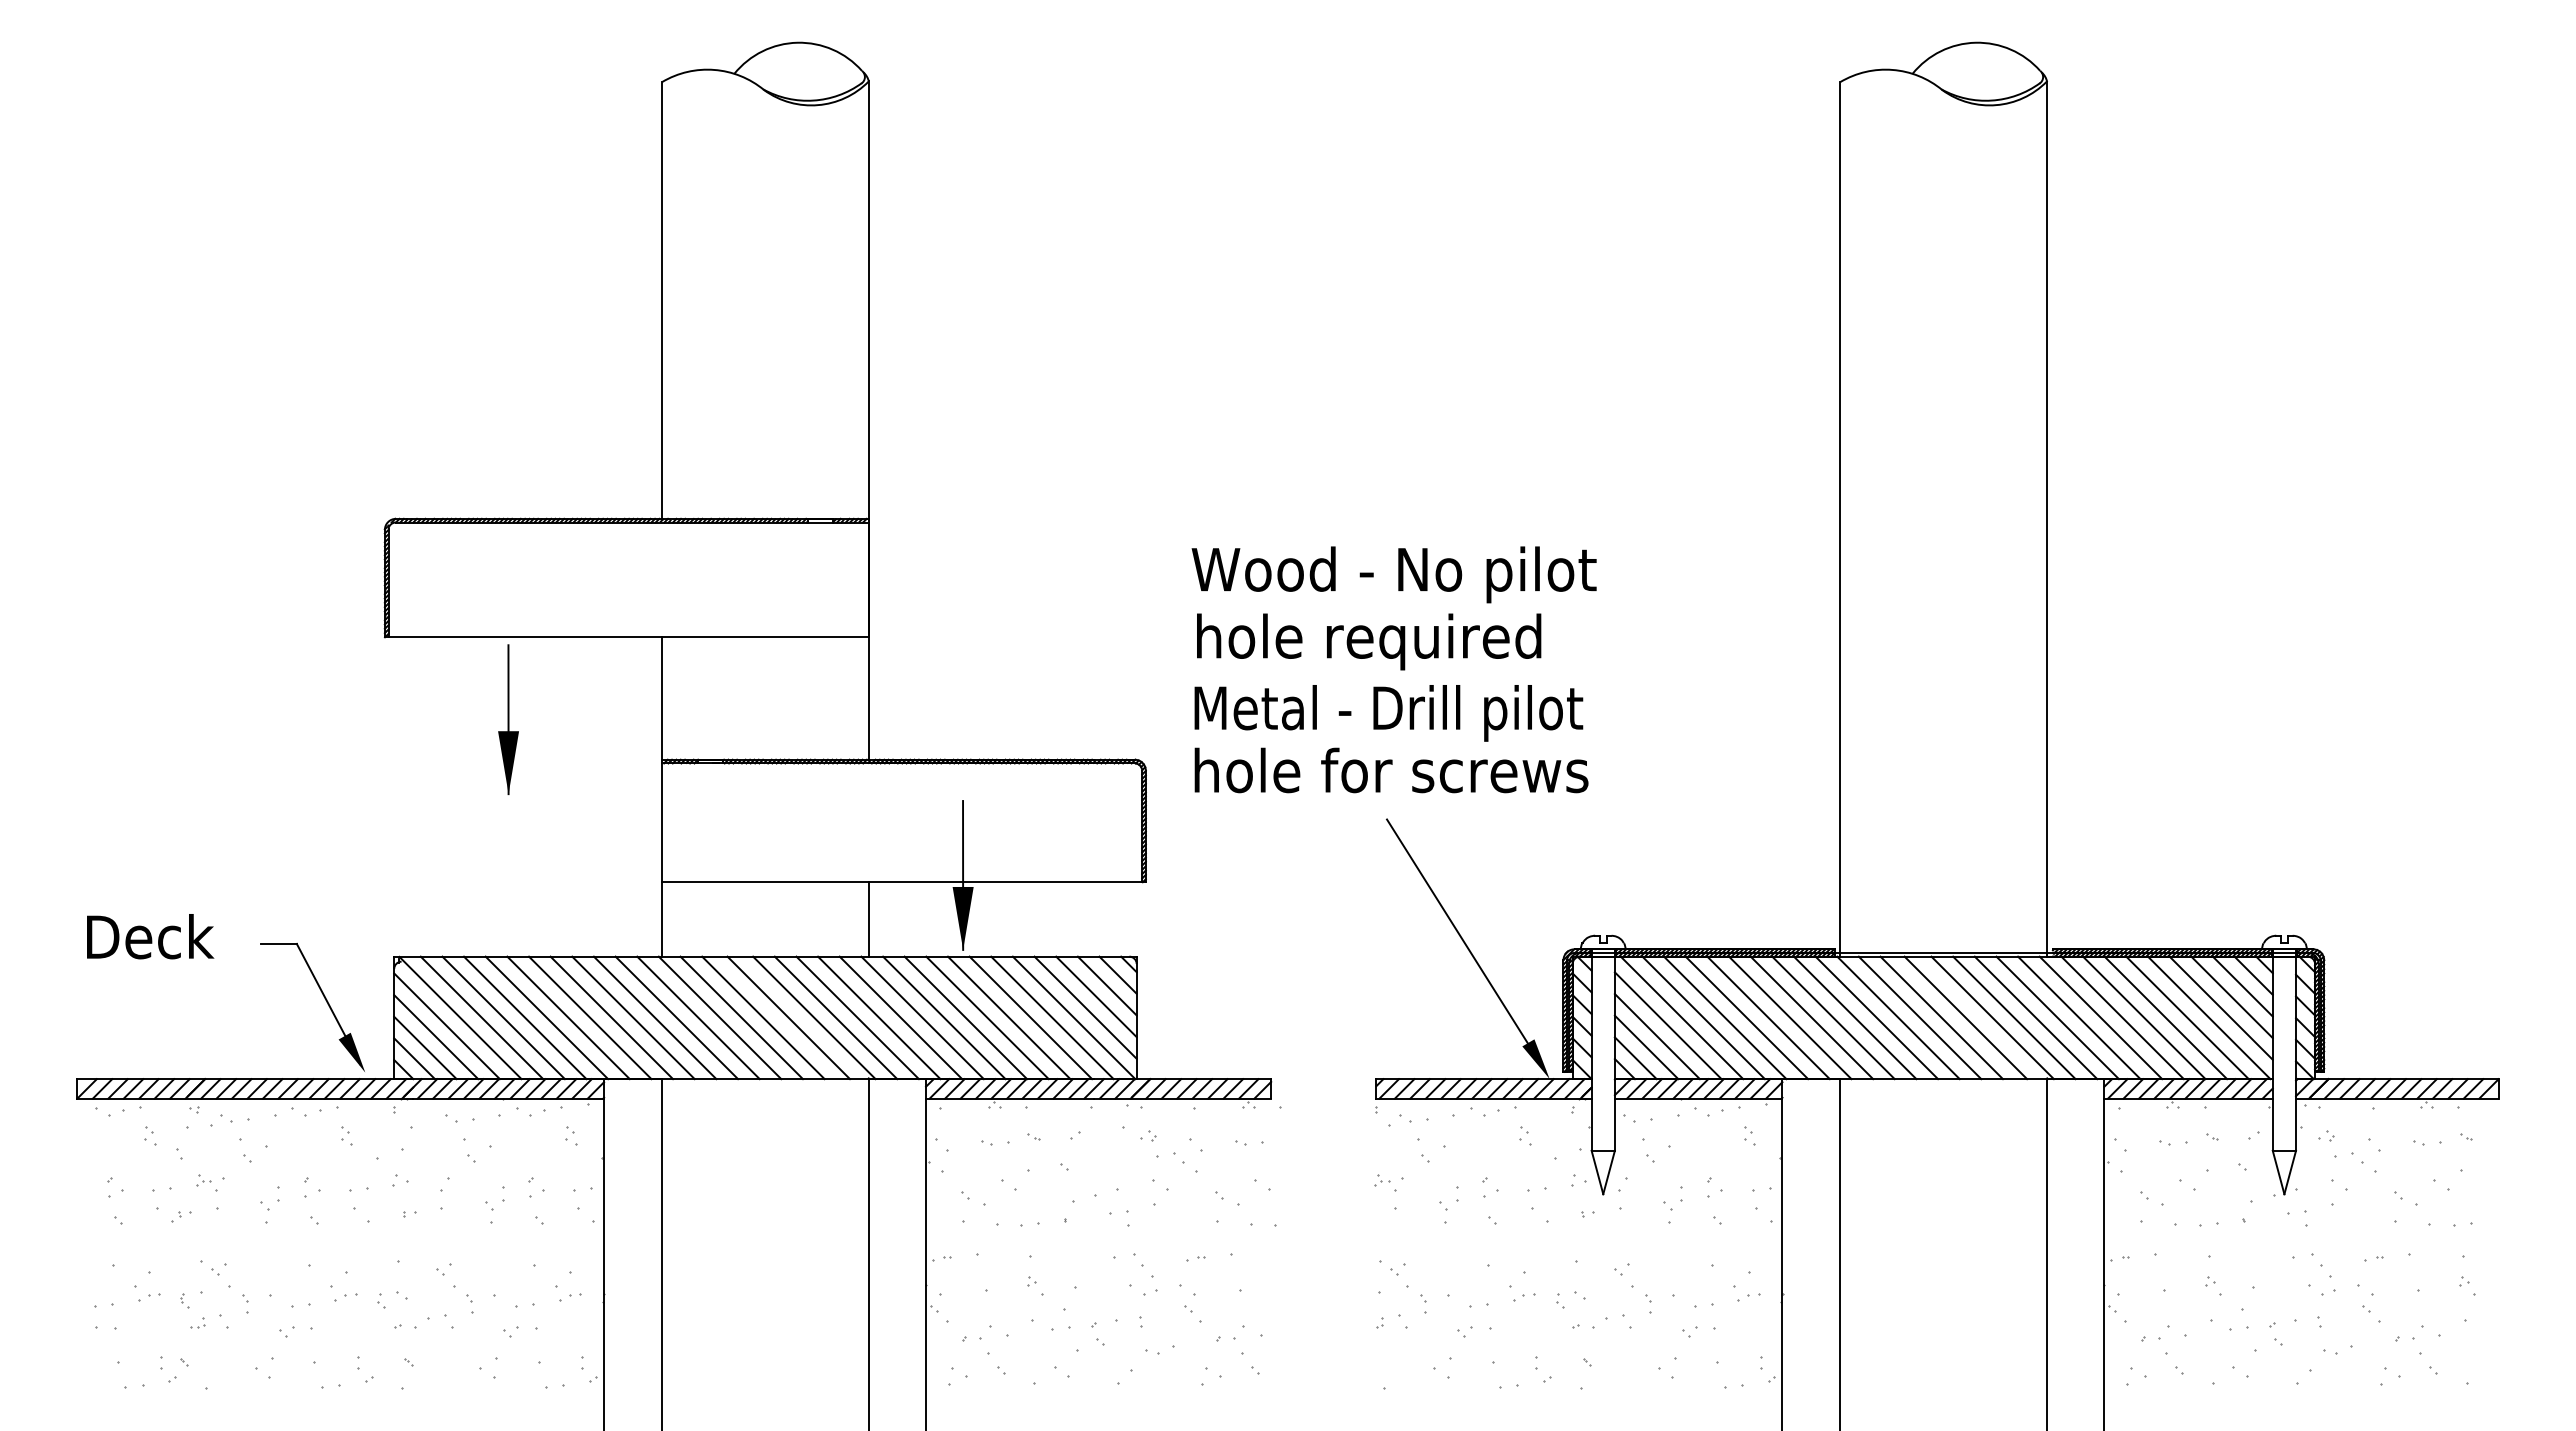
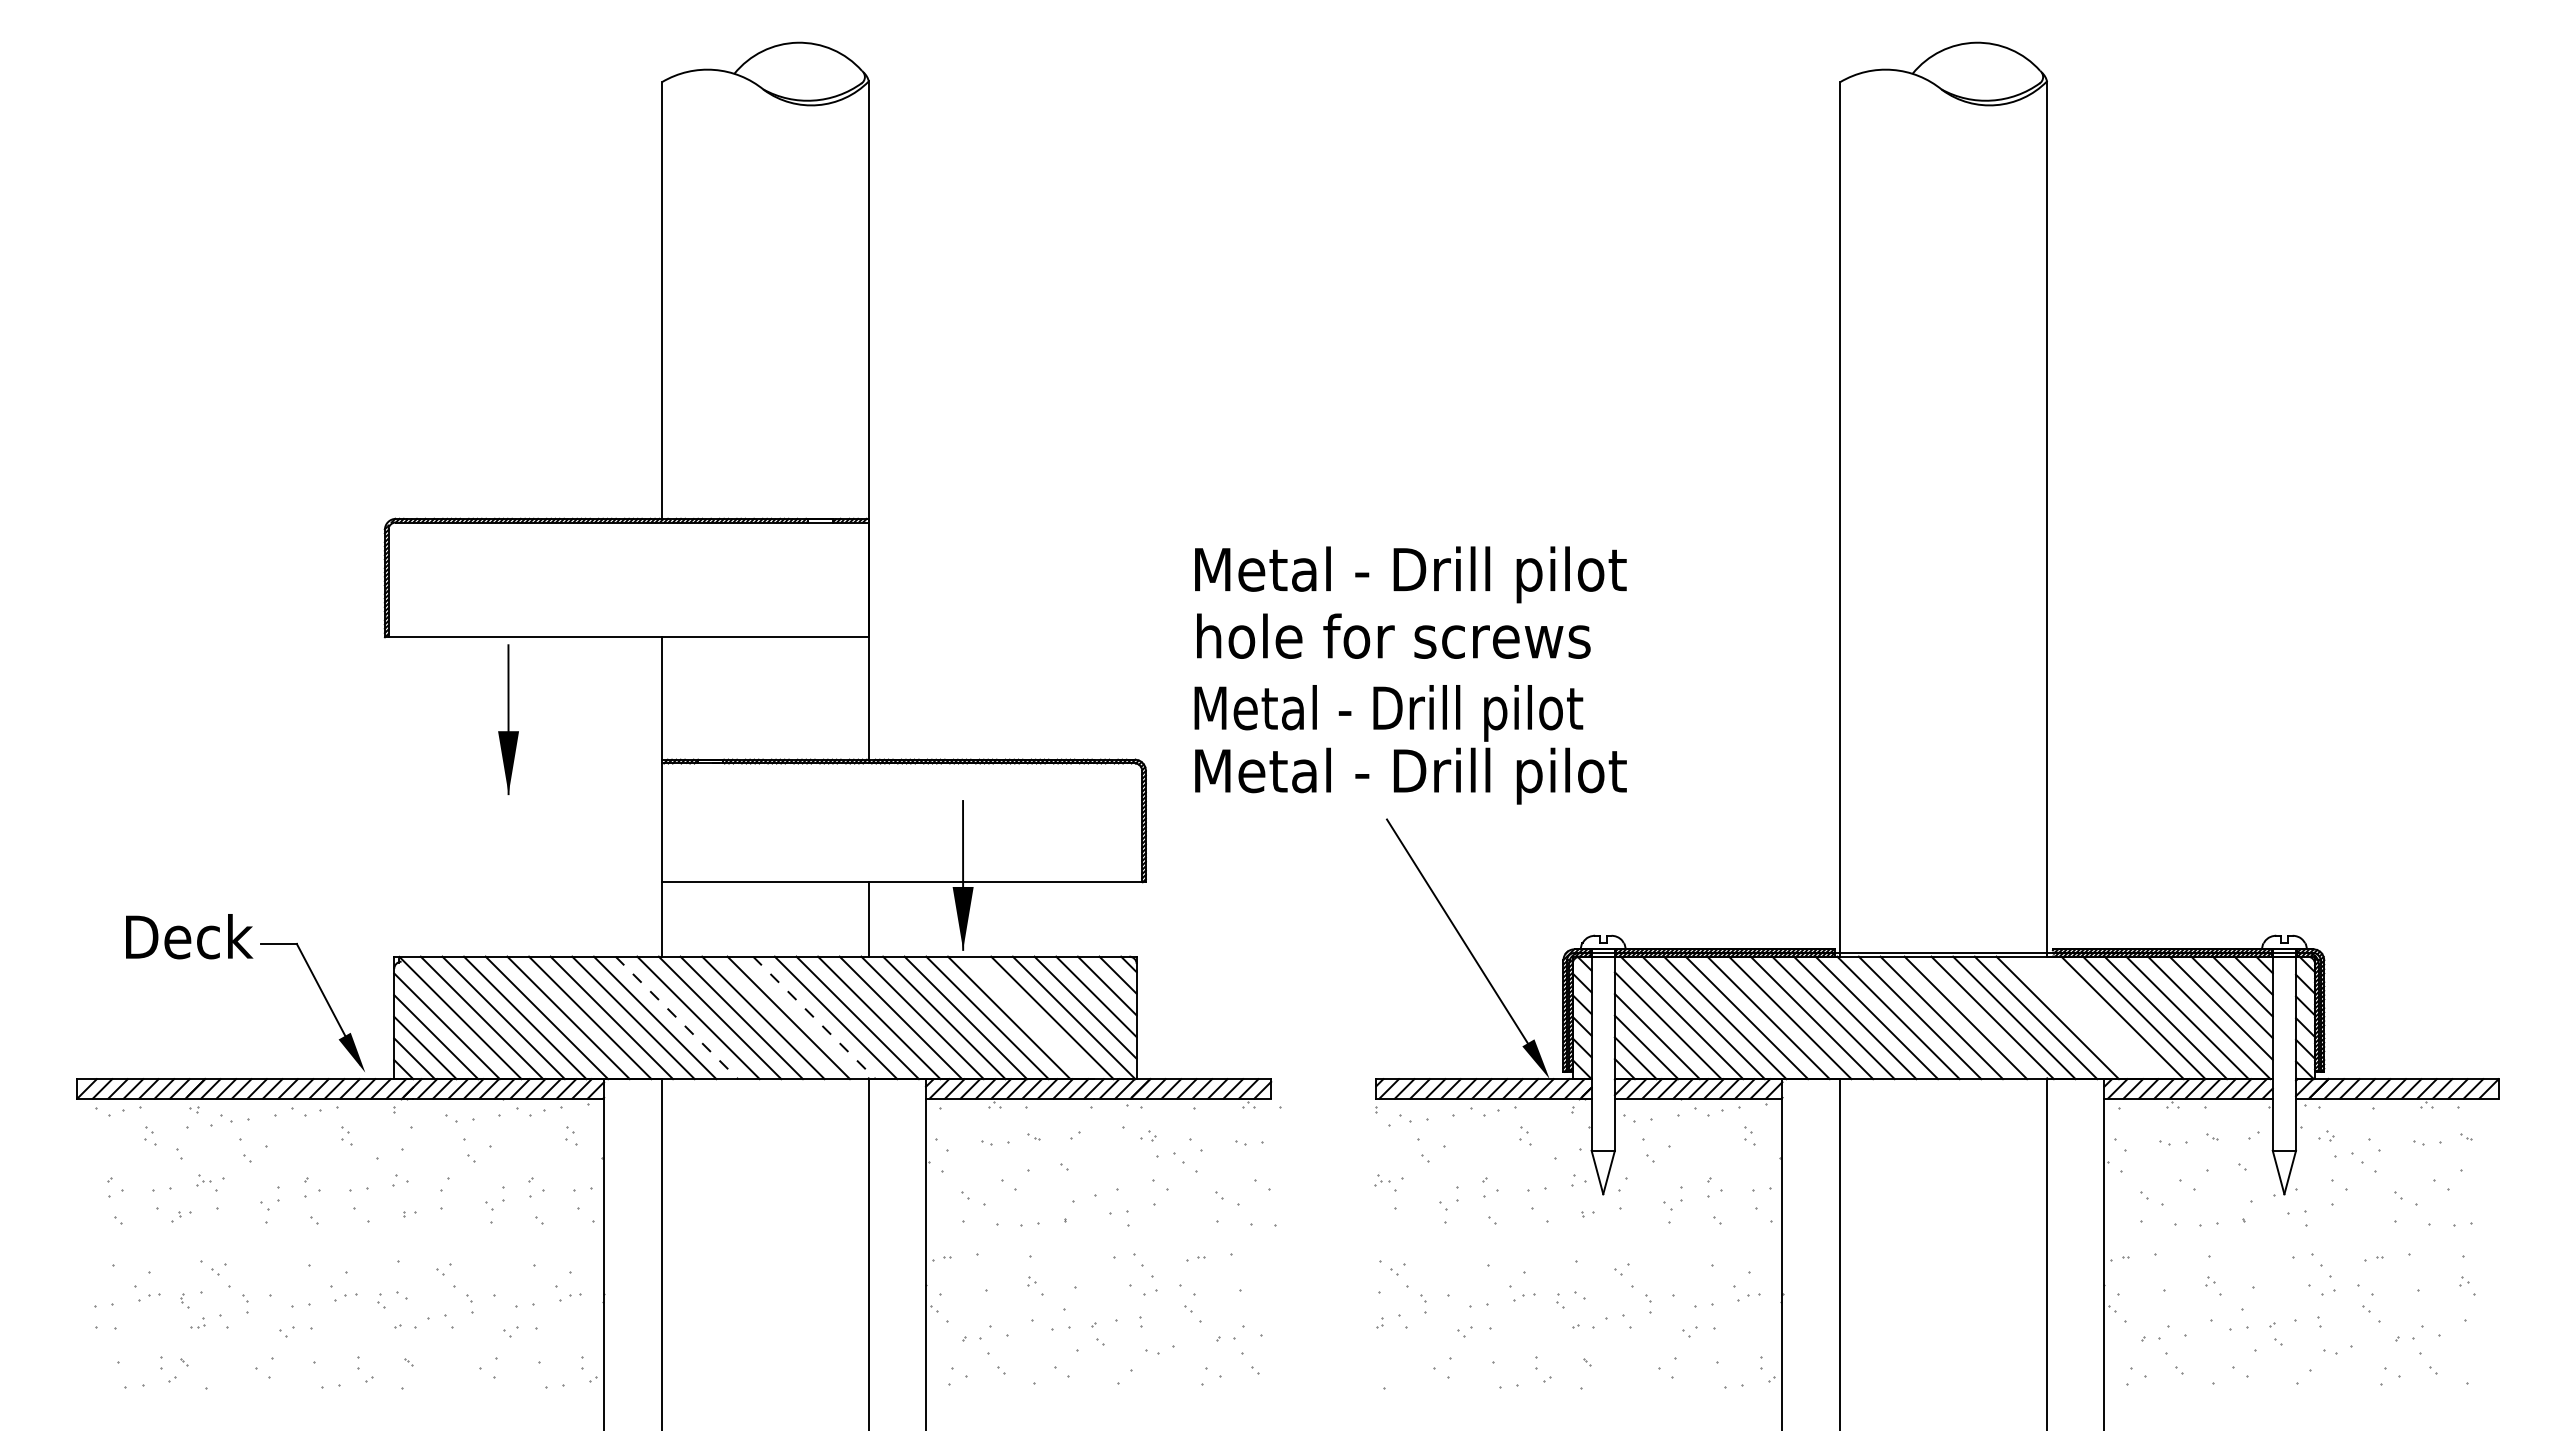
text at (1408, 574): Wood - No pilot -> Metal - Drill pilot
text at (1456, 641): hole required -> hole for screws
text at (1410, 775): hole for screws -> Metal - Drill pilot
text at (150, 936) position: (150, 936) -> (189, 936)
line at (676, 1017): solid -> dashed
line at (814, 1017): solid -> dashed
line at (1030, 1017): present -> none
line at (2079, 1017): present -> none
line at (2100, 1017): present -> none
